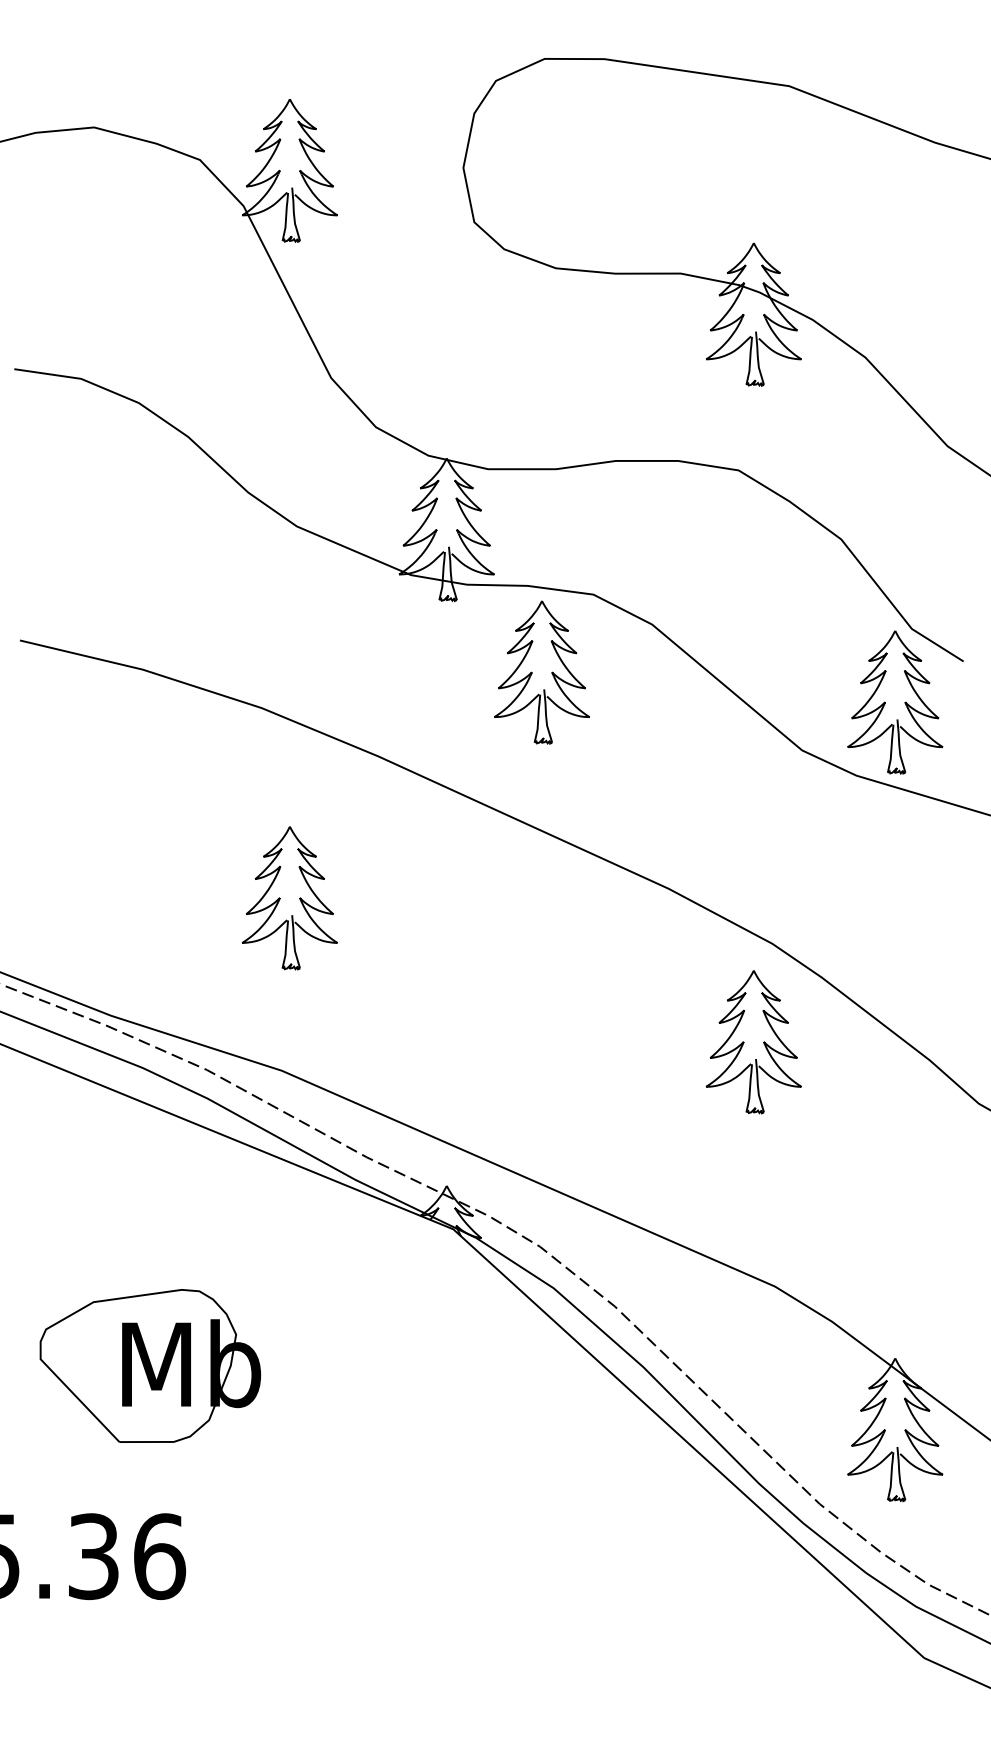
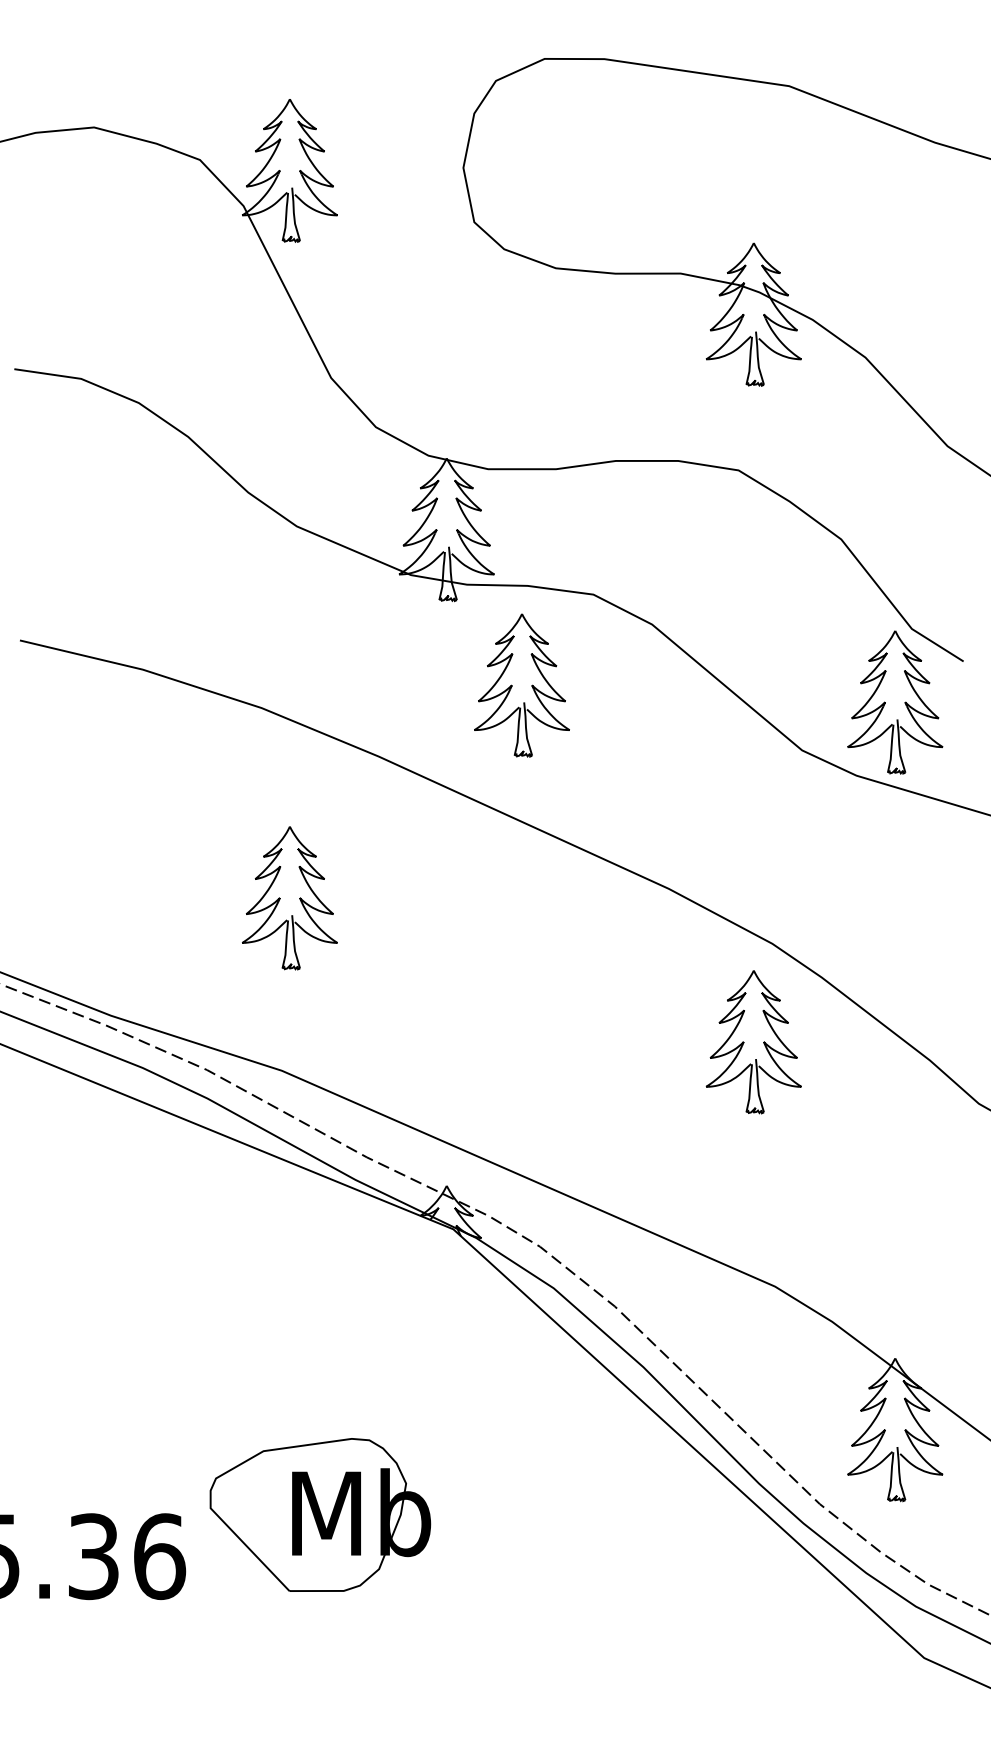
part at (541, 672) position: (541, 672) -> (521, 685)
part at (150, 1365) position: (150, 1365) -> (320, 1514)
